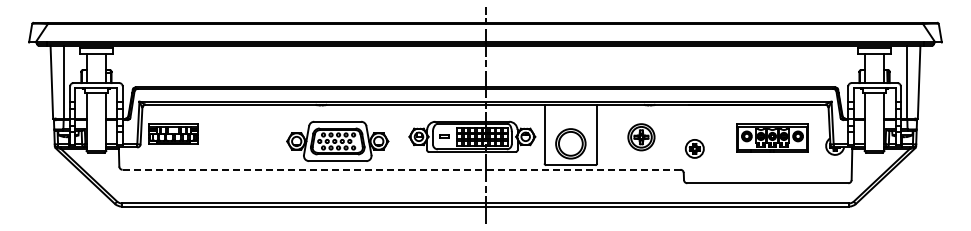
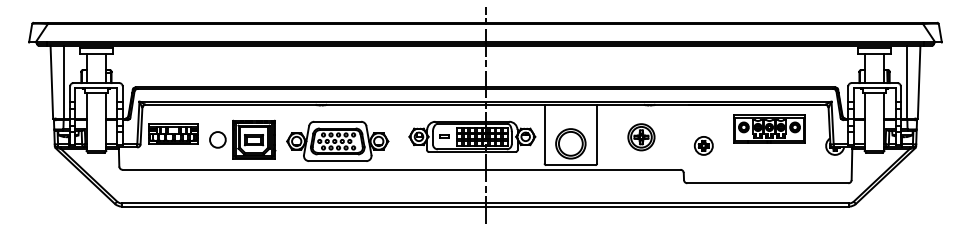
part at (772, 137) position: (772, 137) -> (769, 128)
part at (242, 139): none -> present
part at (694, 148) position: (694, 148) -> (703, 145)
line at (401, 169): dashed -> solid
